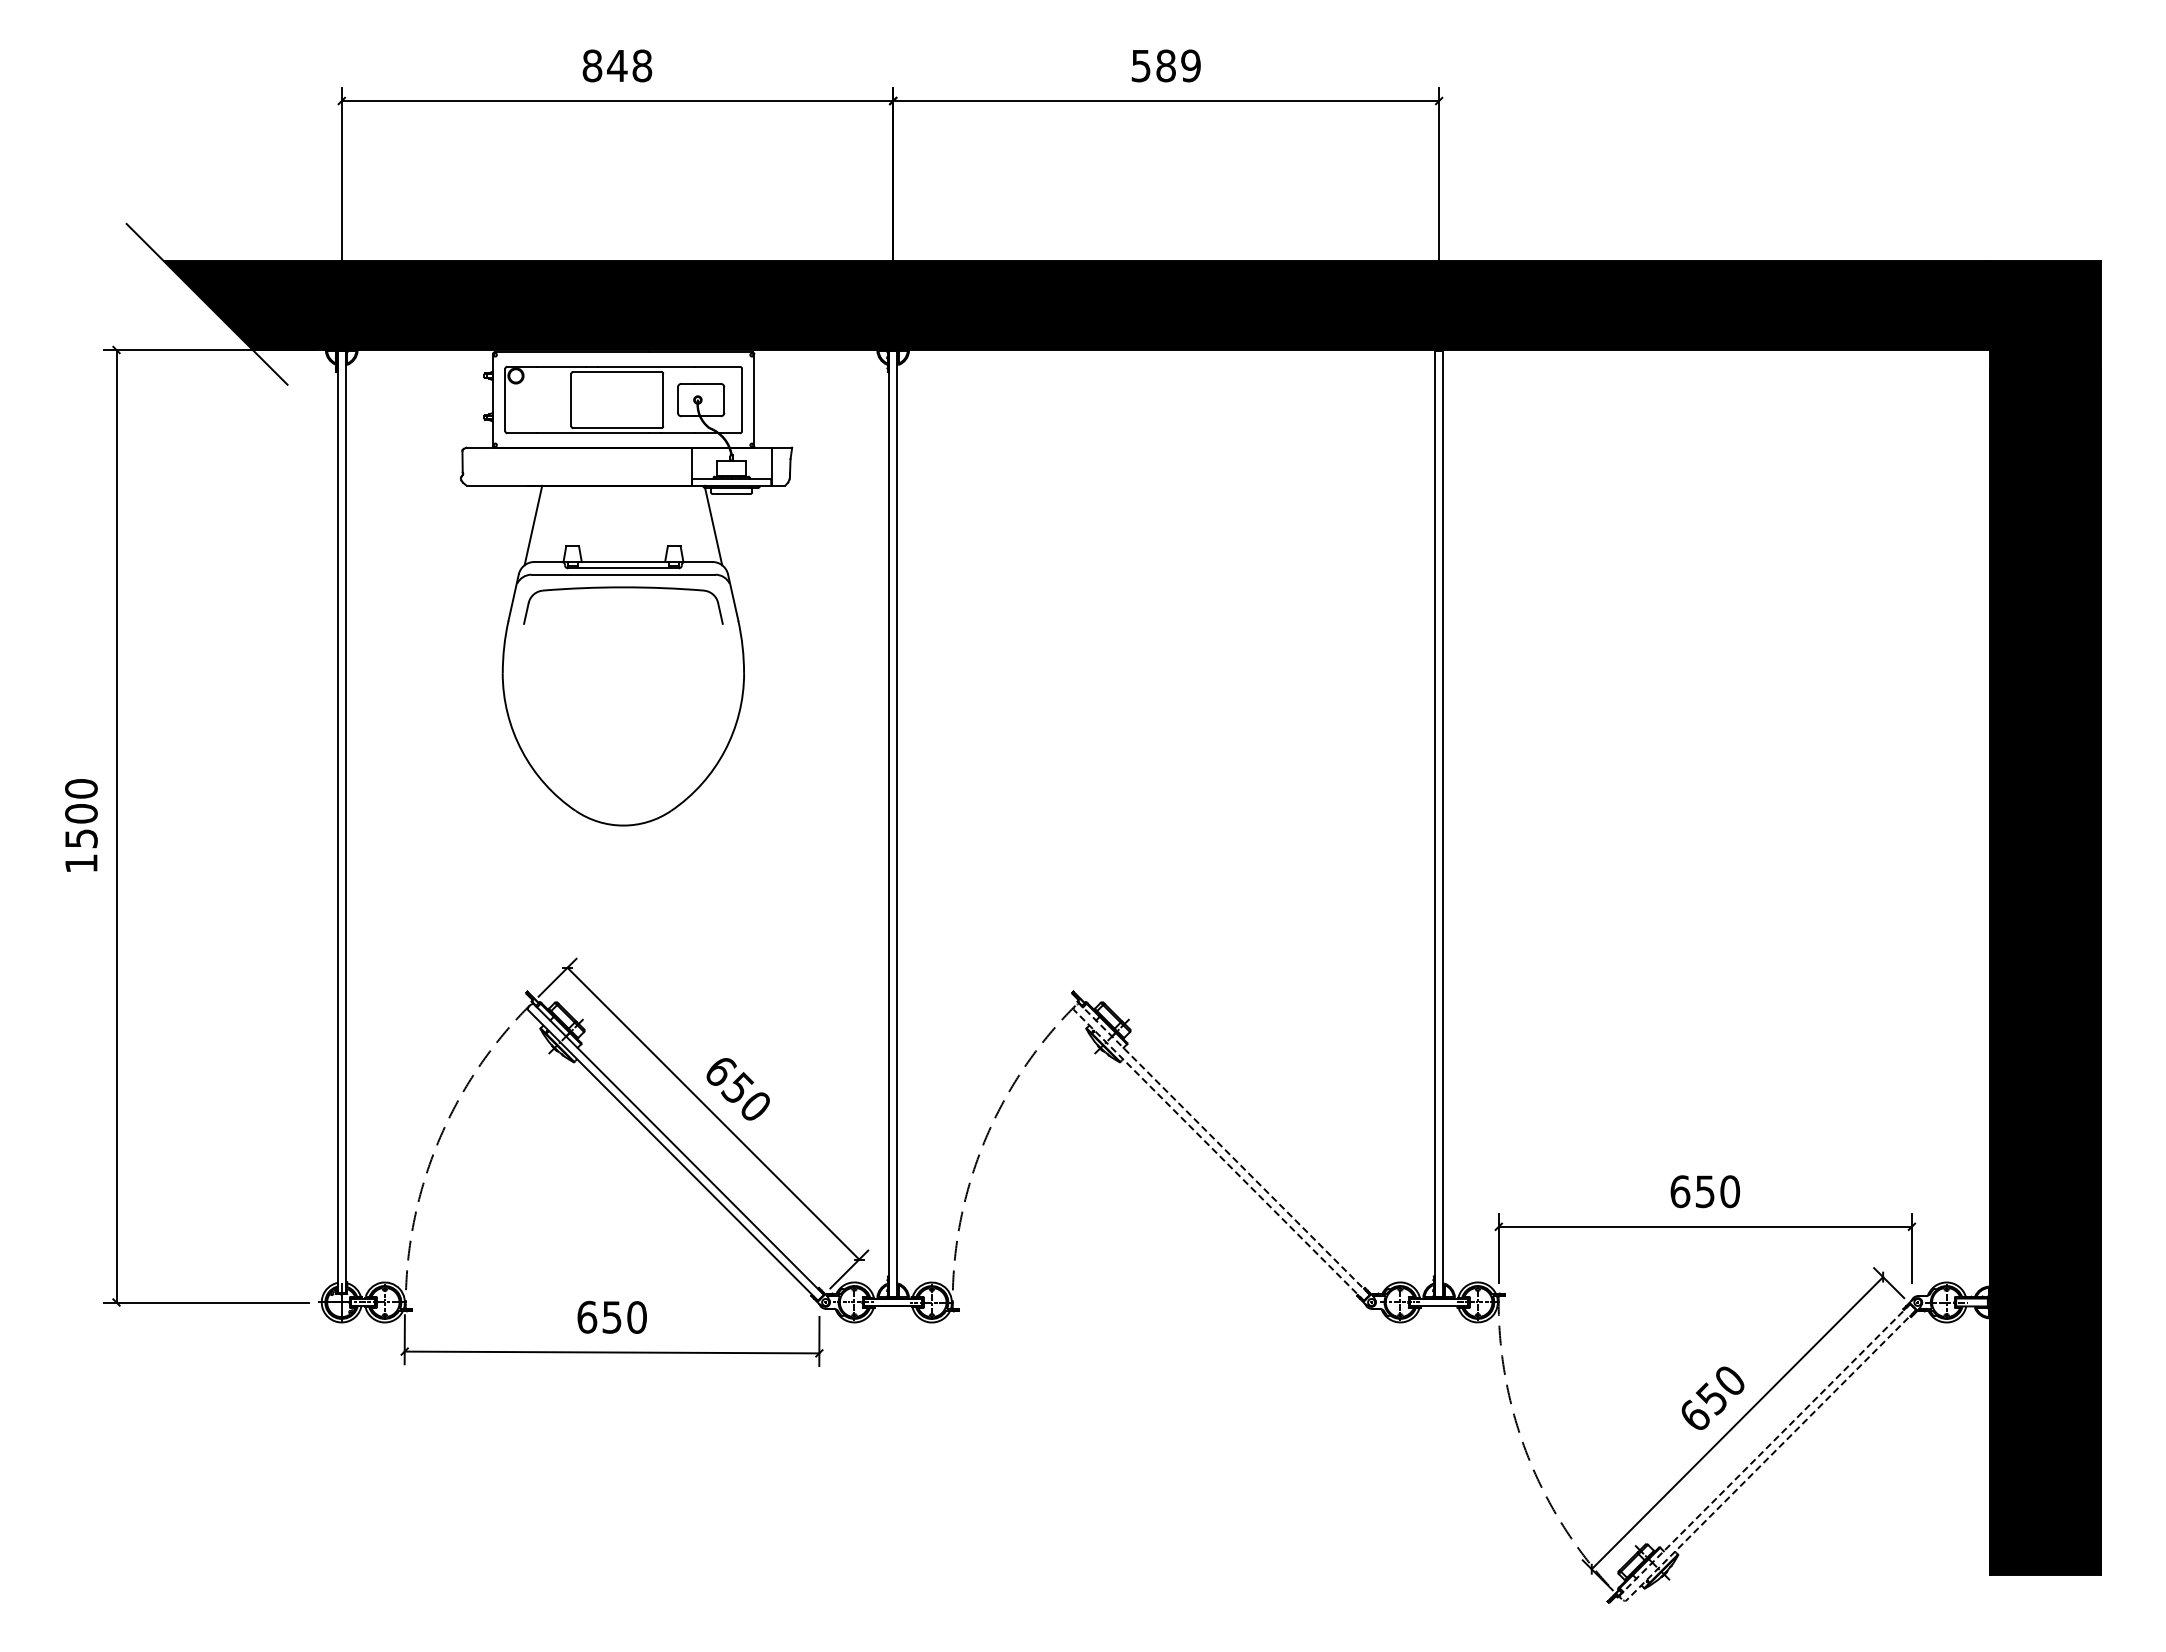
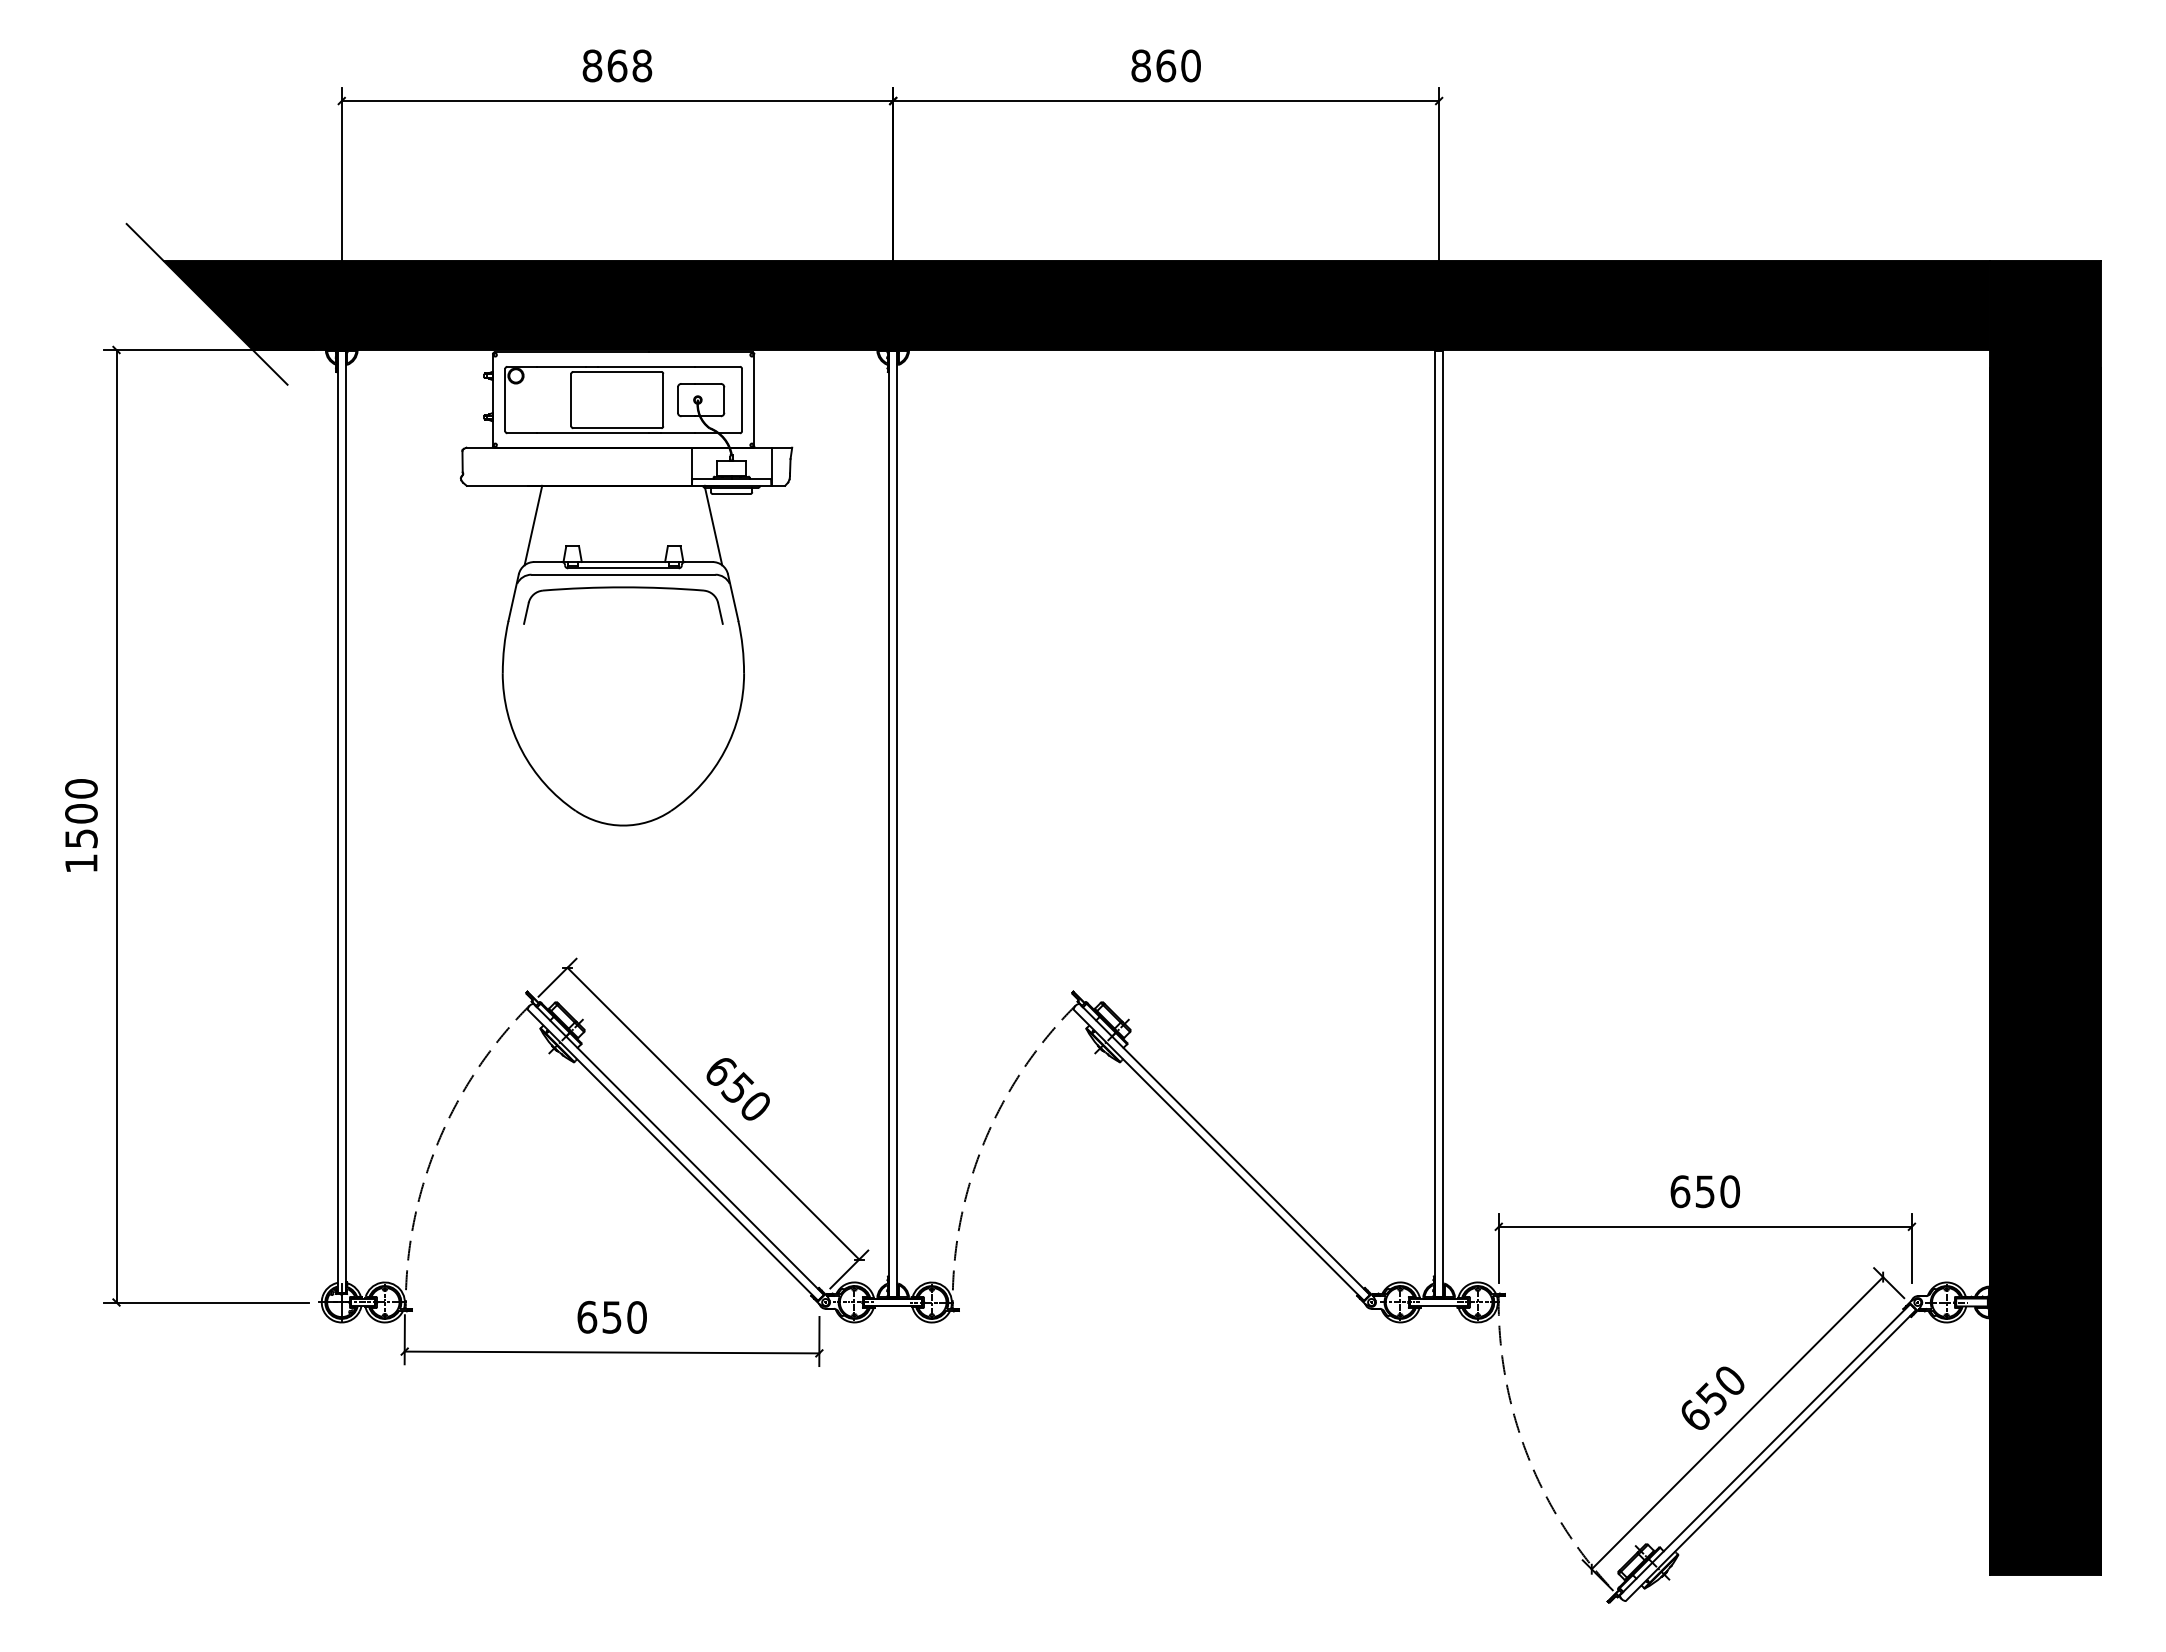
text at (617, 65): 848 -> 868
text at (1165, 65): 589 -> 860
line at (1075, 1005): dashed -> solid
line at (1621, 1599): dashed -> solid
